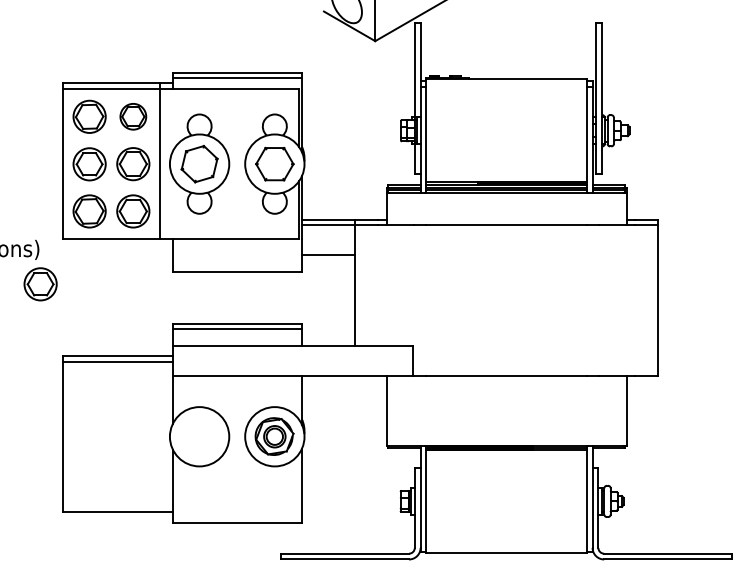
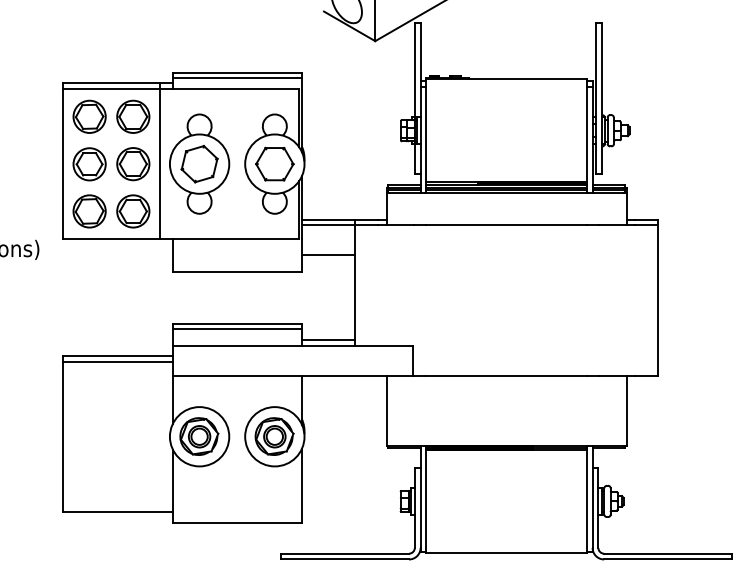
part at (133, 116) size: 29x28 px -> 35x35 px
part at (40, 284): present -> none
line at (328, 340): none -> present
part at (199, 436): none -> present
